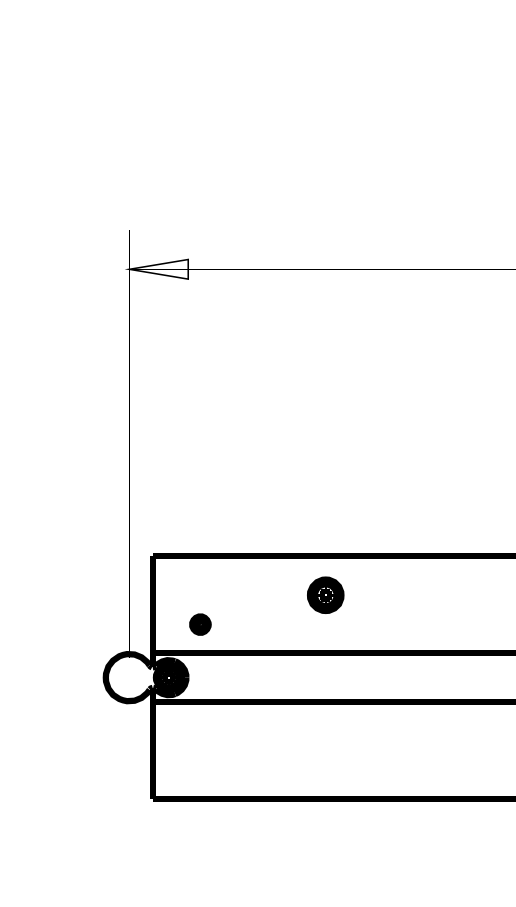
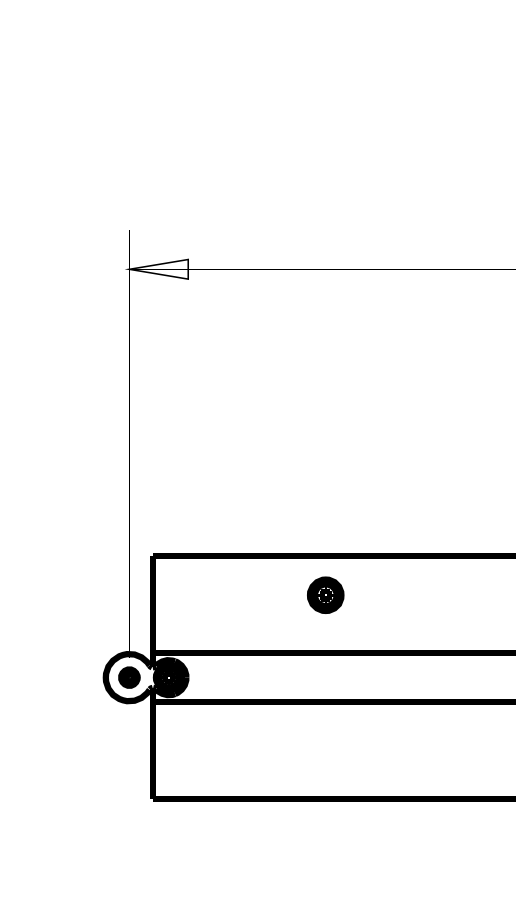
part at (200, 624) position: (200, 624) -> (129, 677)
